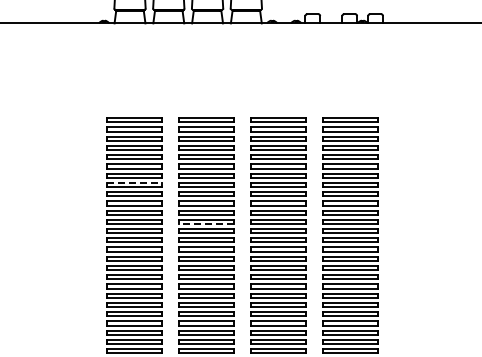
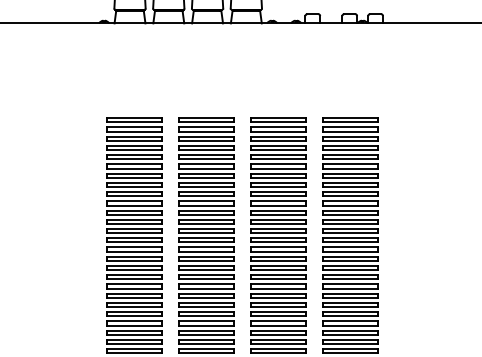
line at (134, 182): dashed -> solid
line at (206, 224): dashed -> solid
